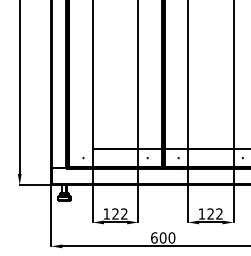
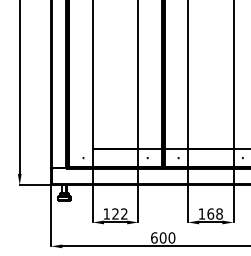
text at (214, 213): 122 -> 168
